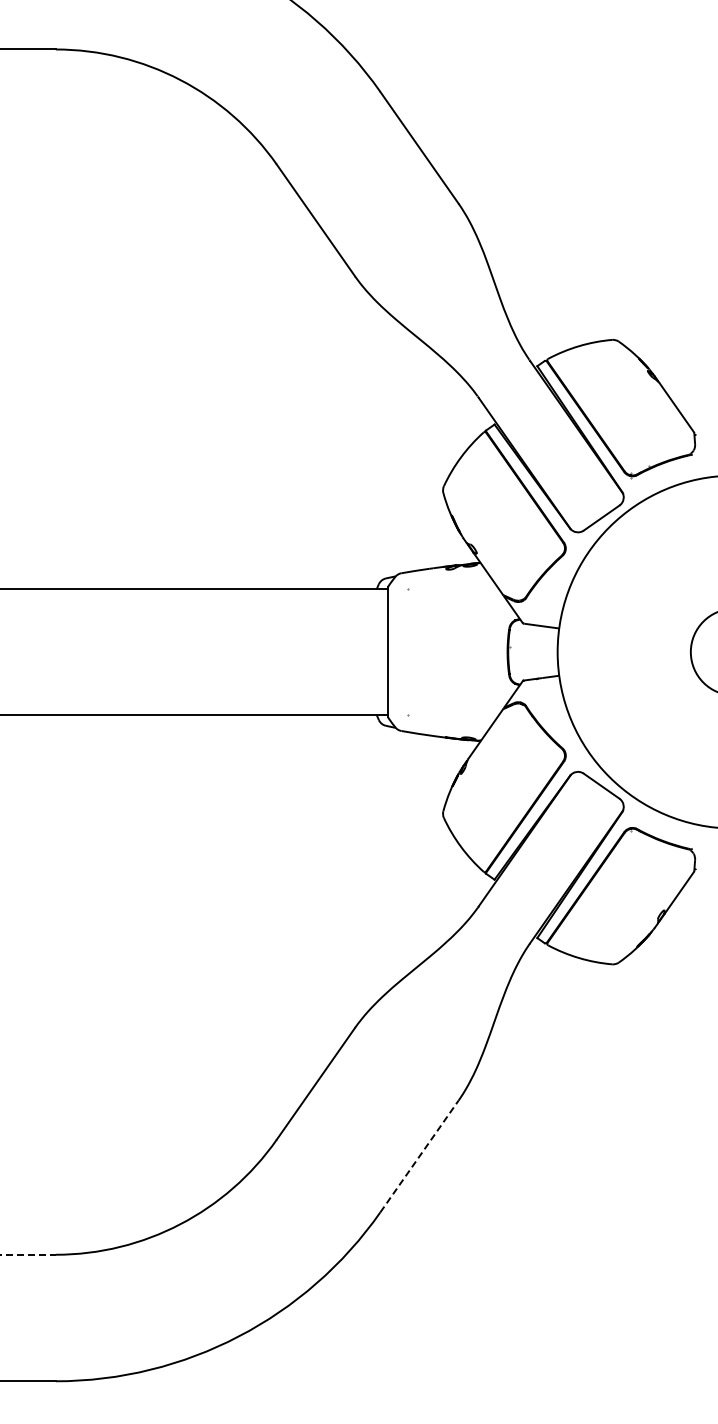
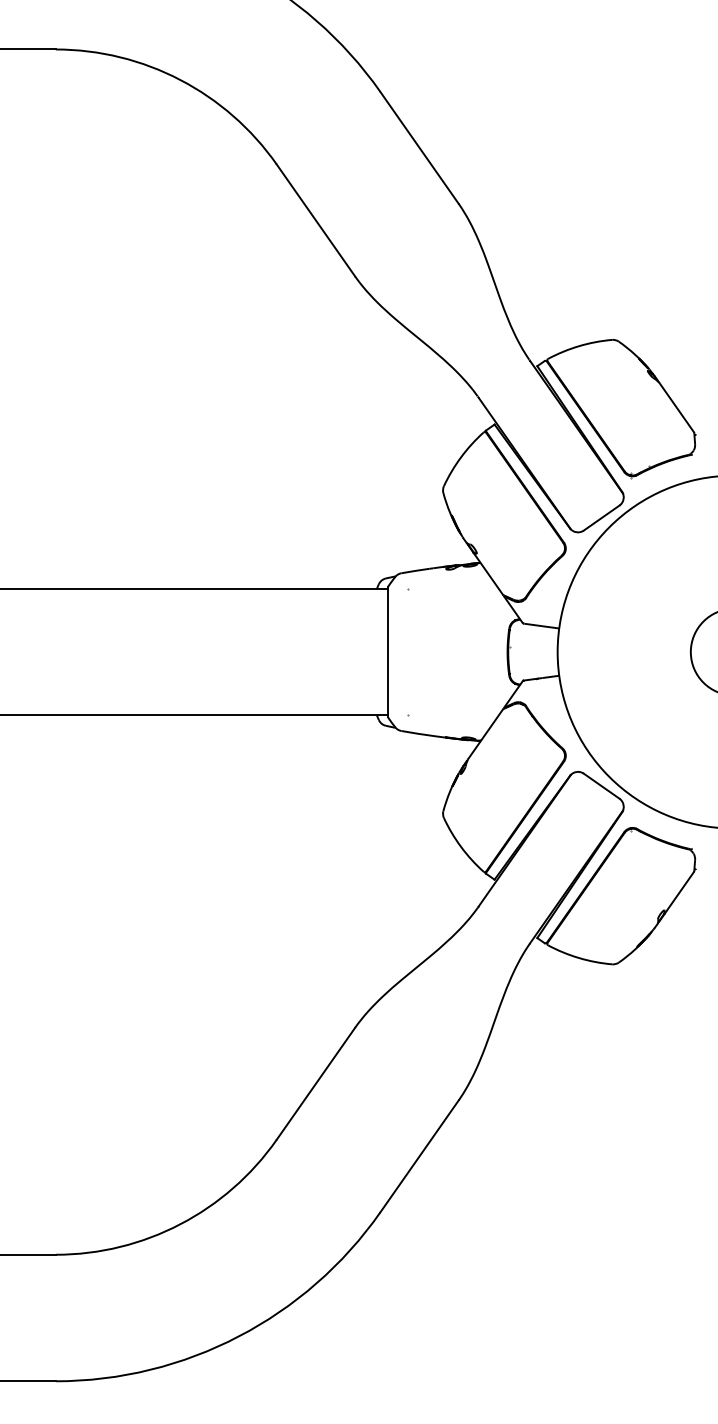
line at (419, 1156): dashed -> solid
line at (28, 1254): dashed -> solid
